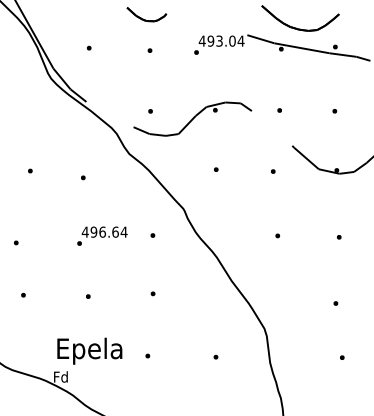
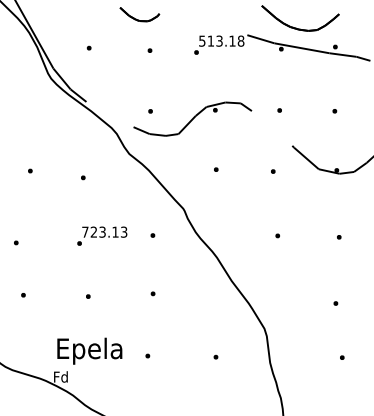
part at (146, 14) position: (146, 14) -> (139, 14)
text at (221, 40): 493.04 -> 513.18
text at (104, 231): 496.64 -> 723.13
